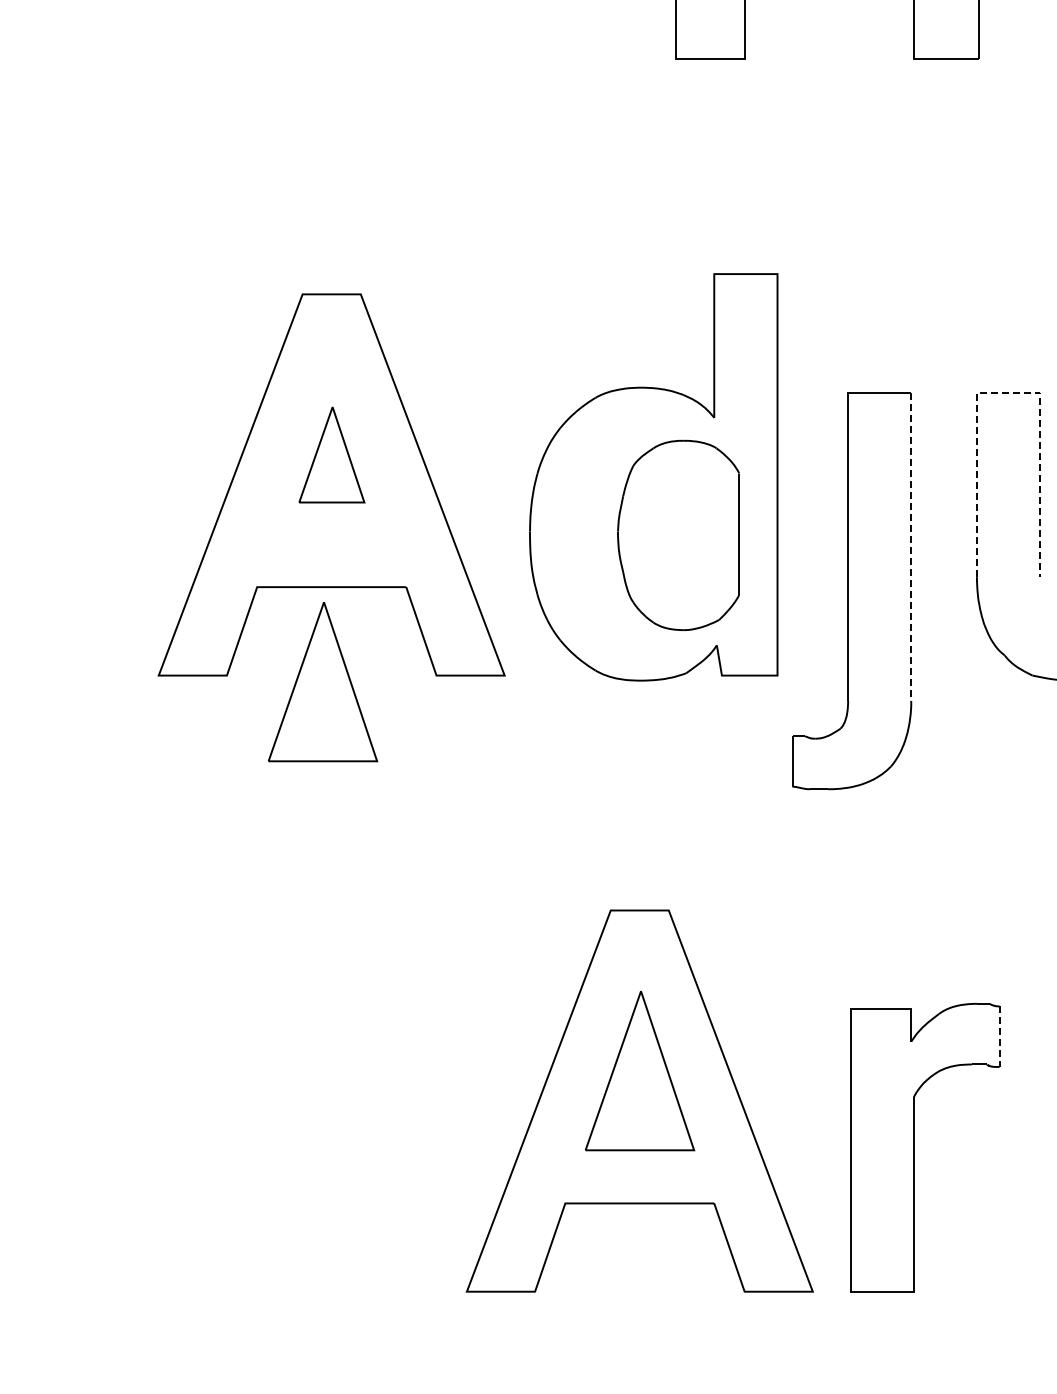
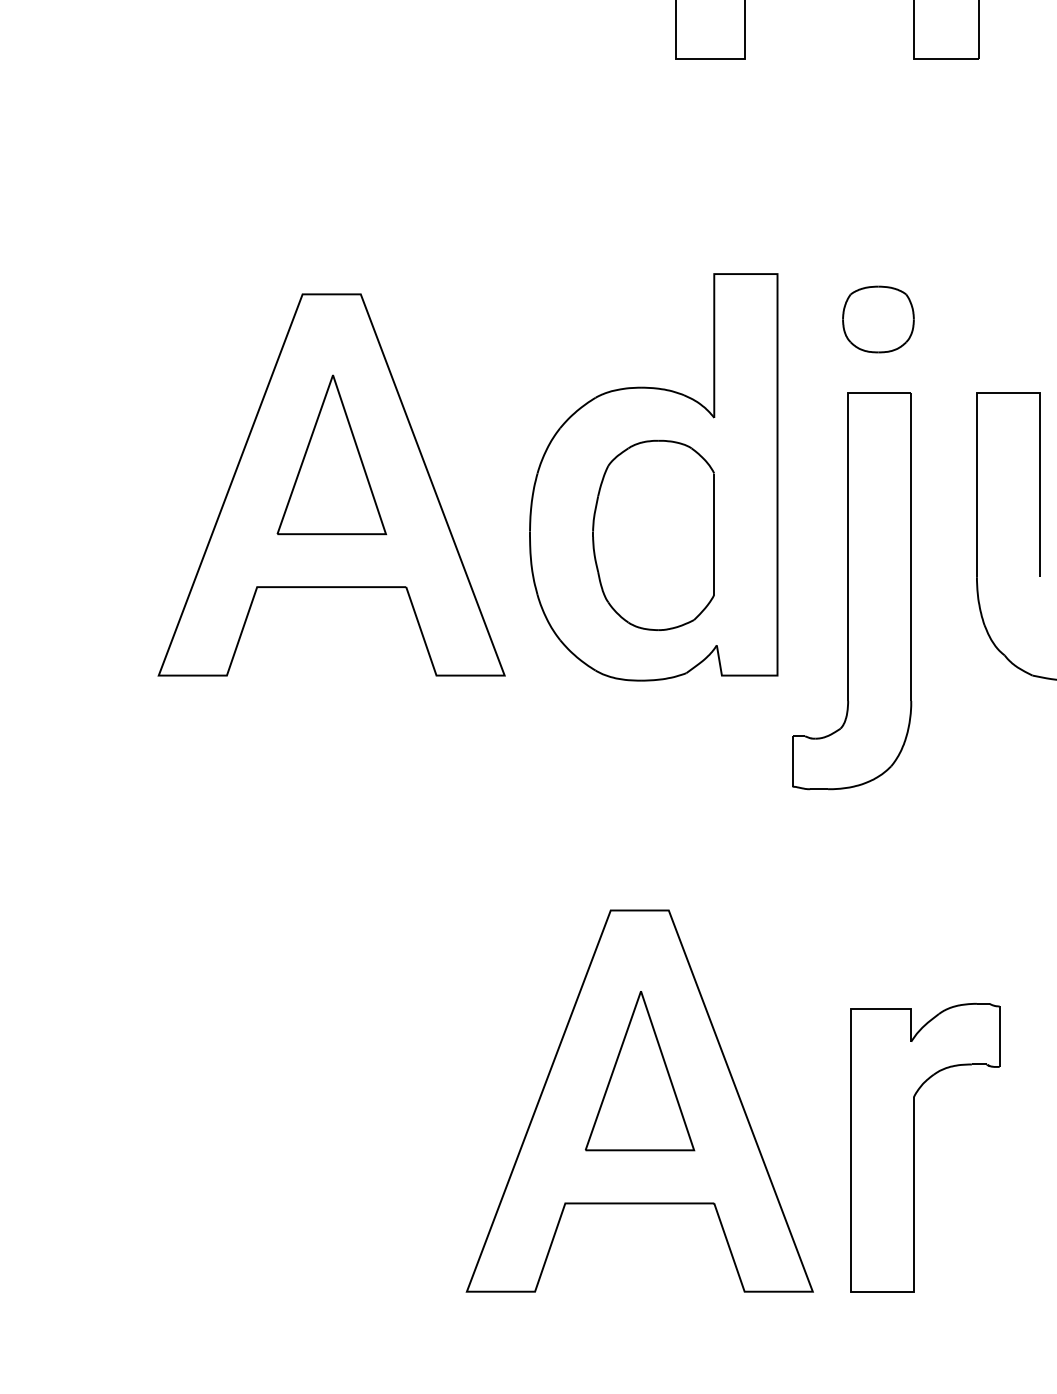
part at (878, 319): none -> present
line at (1008, 392): dashed -> solid
part at (331, 454) size: 68x98 px -> 112x162 px
part at (678, 534) position: (678, 534) -> (653, 534)
line at (911, 547): dashed -> solid
part at (322, 682): present -> none
line at (999, 1037): dashed -> solid
